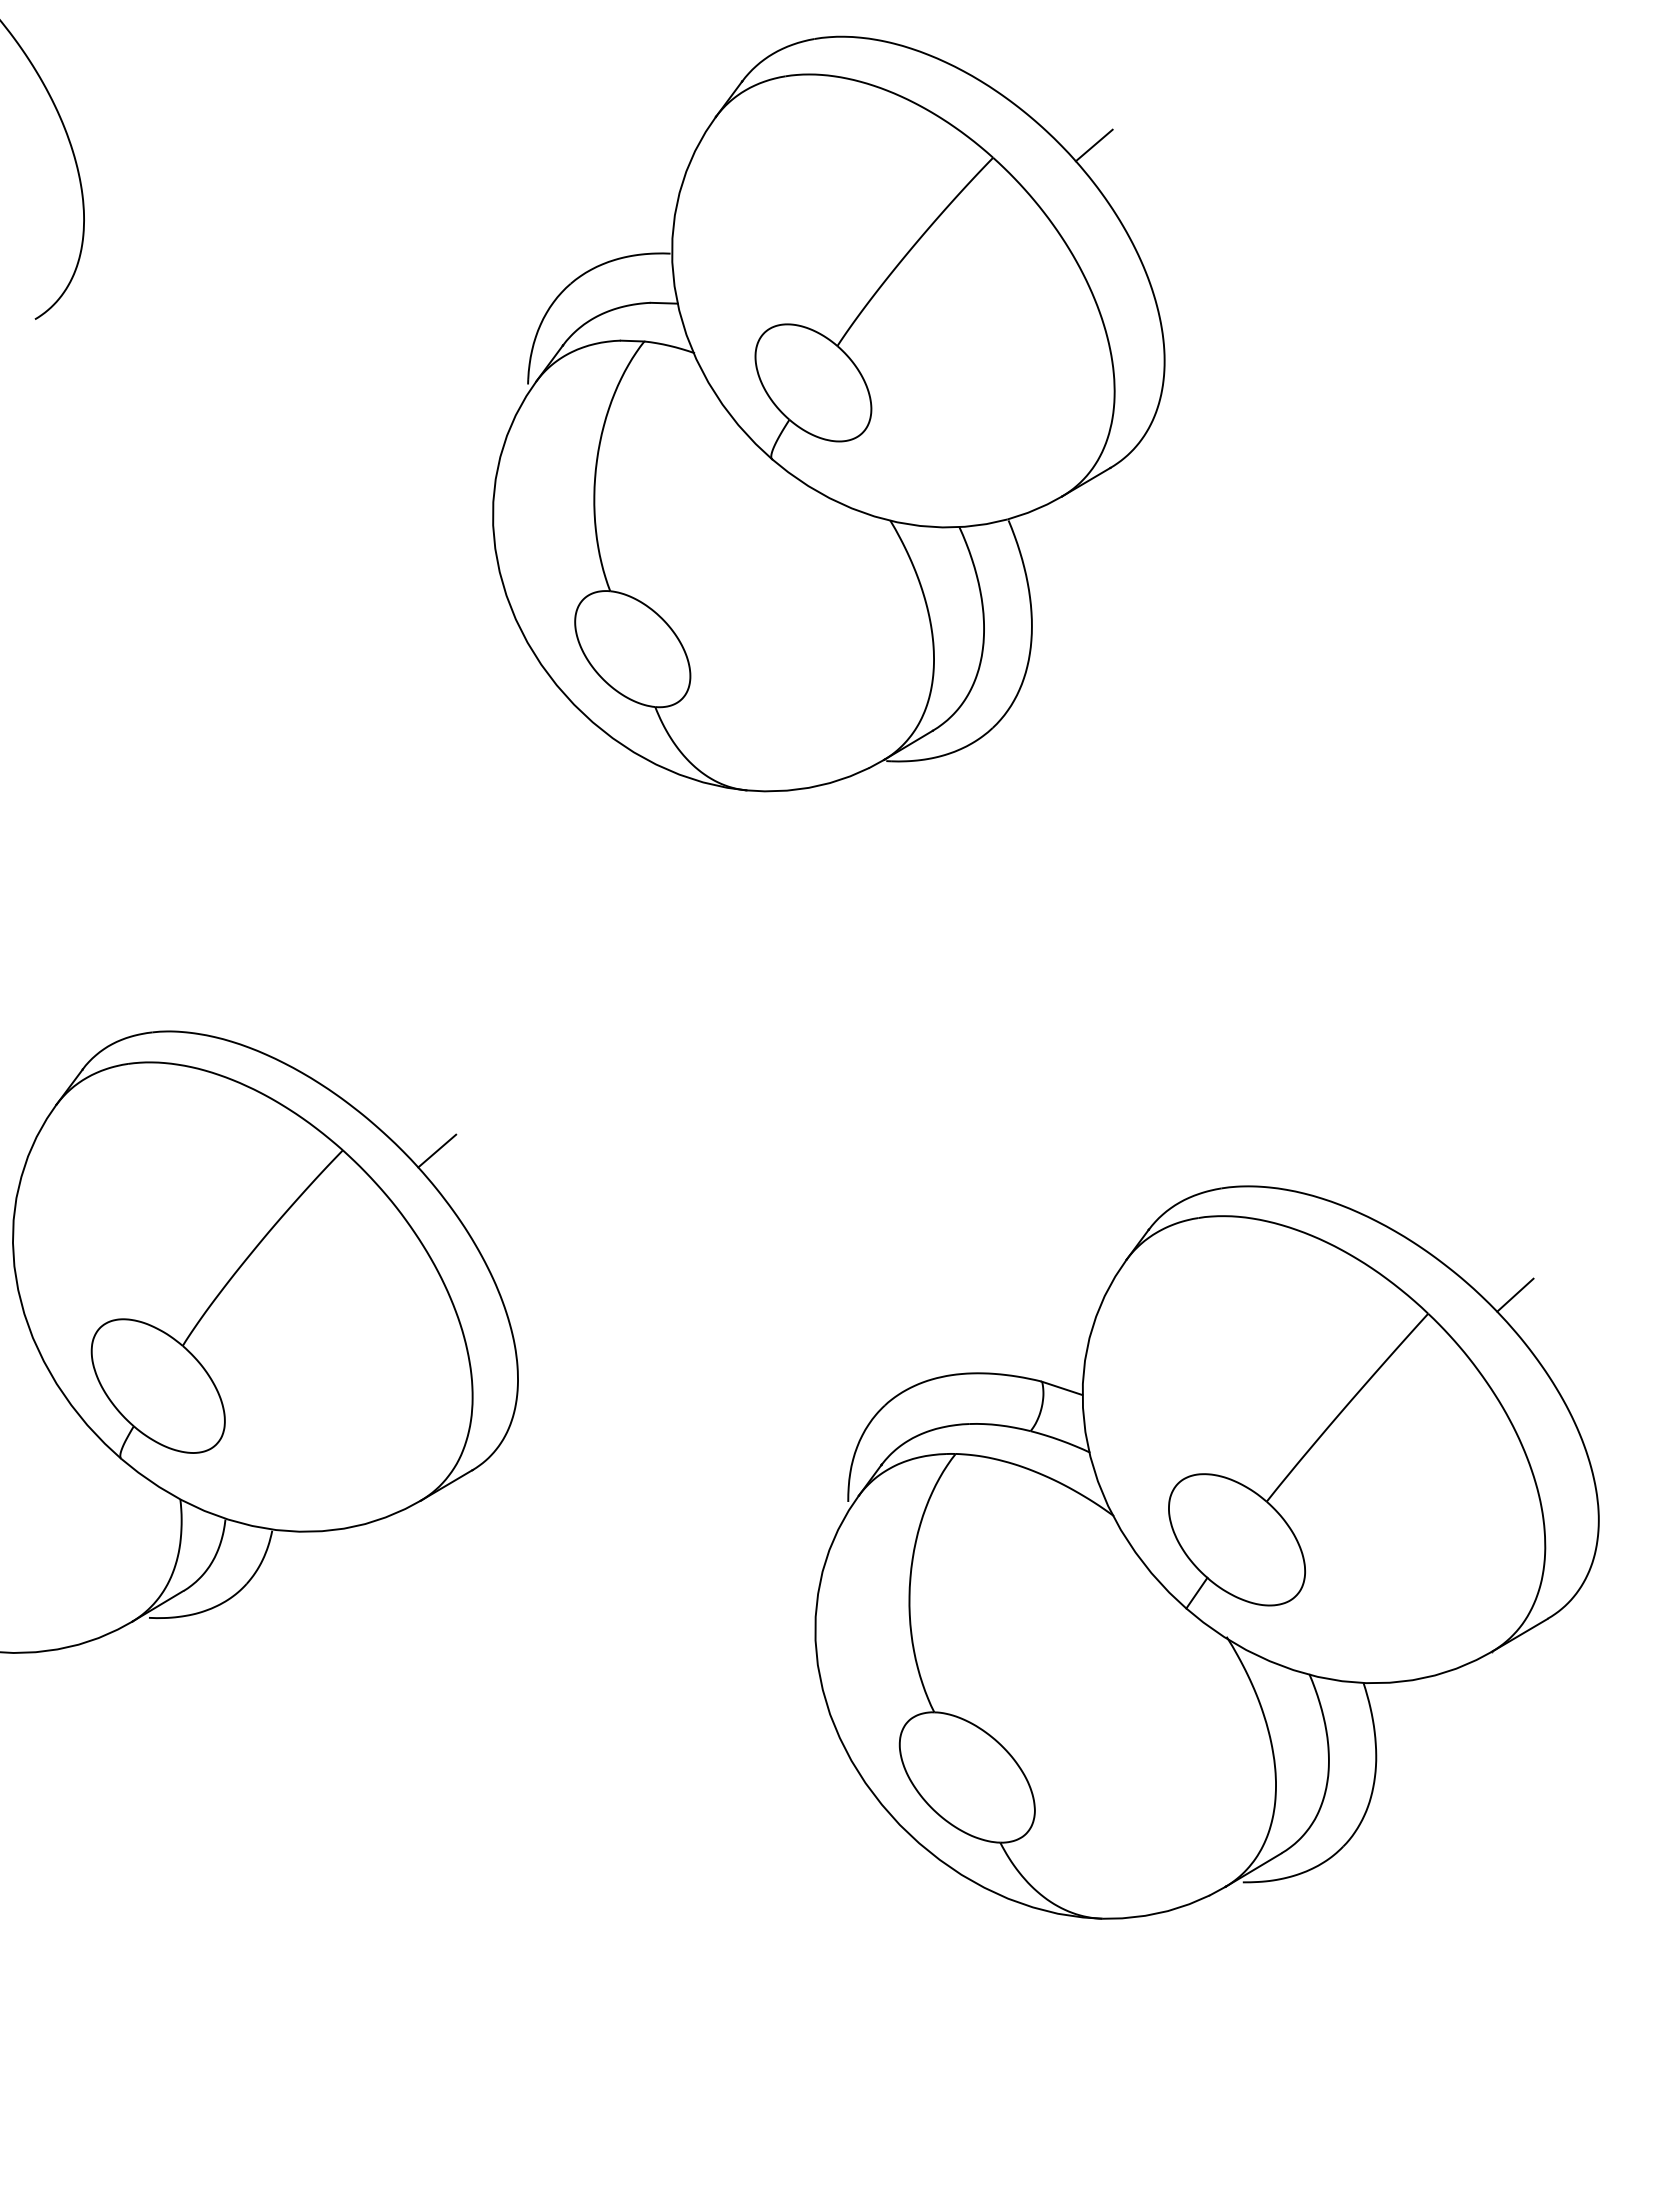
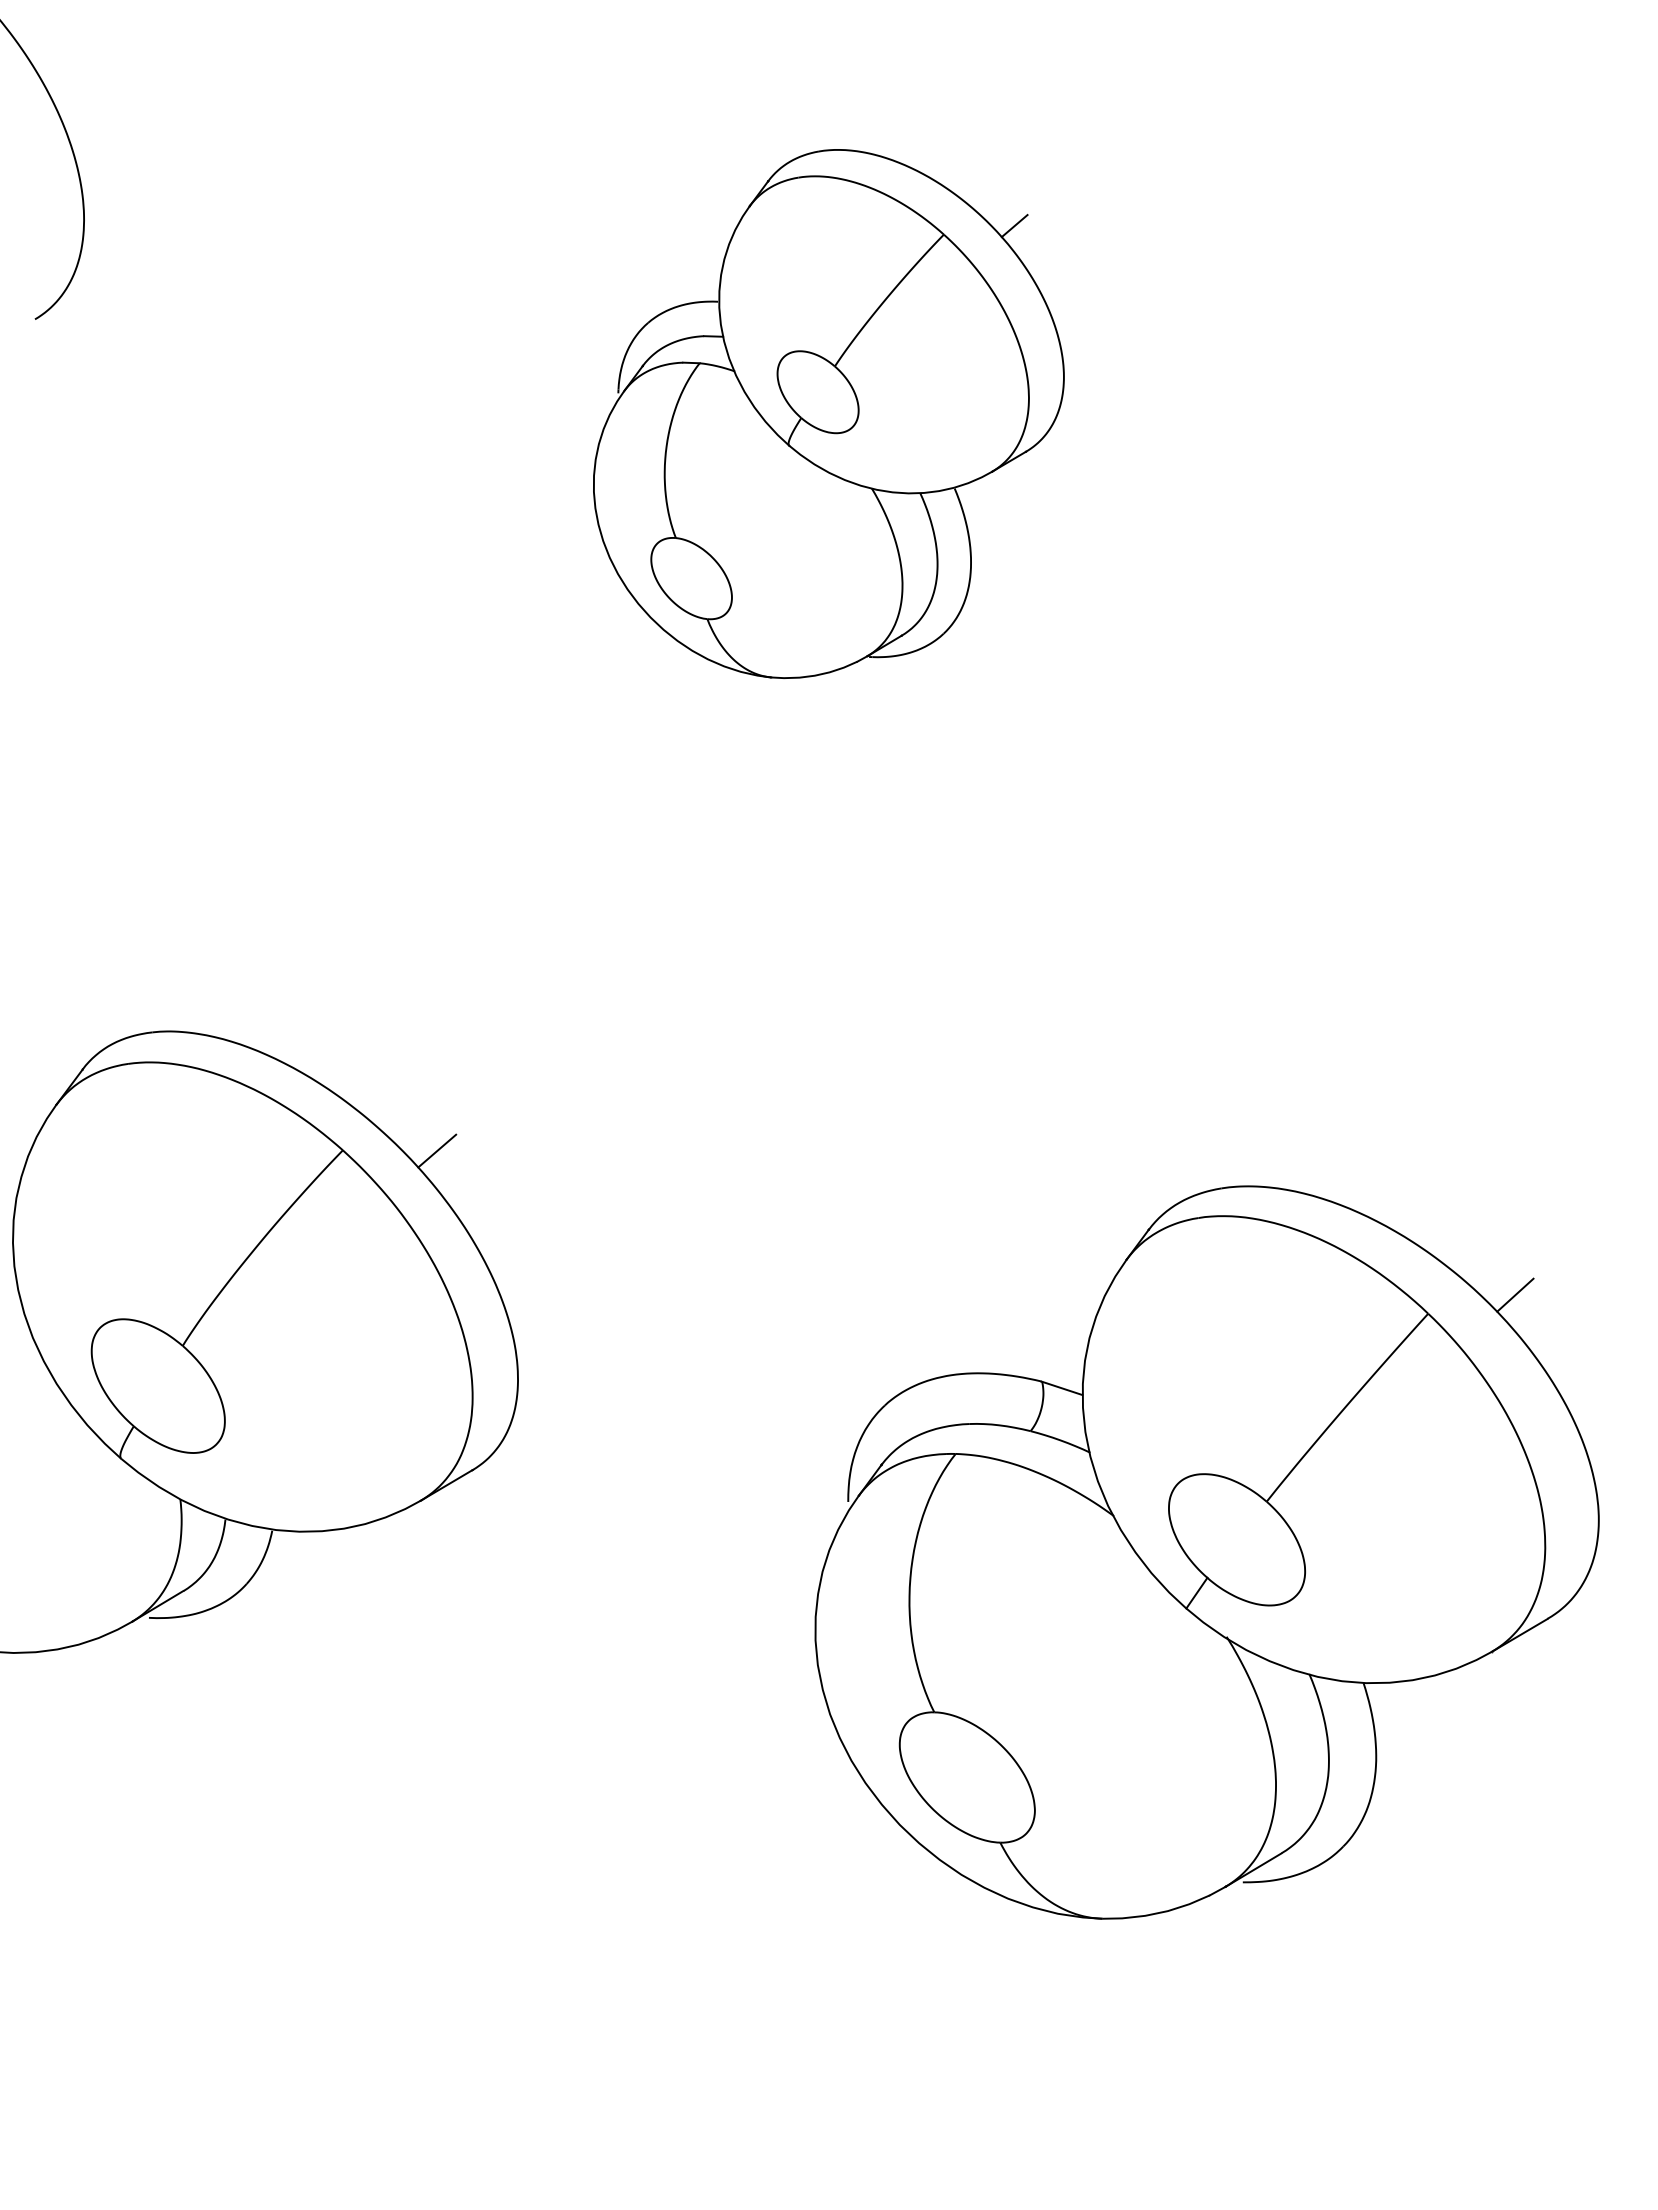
part at (828, 413) size: 674x758 px -> 472x530 px
